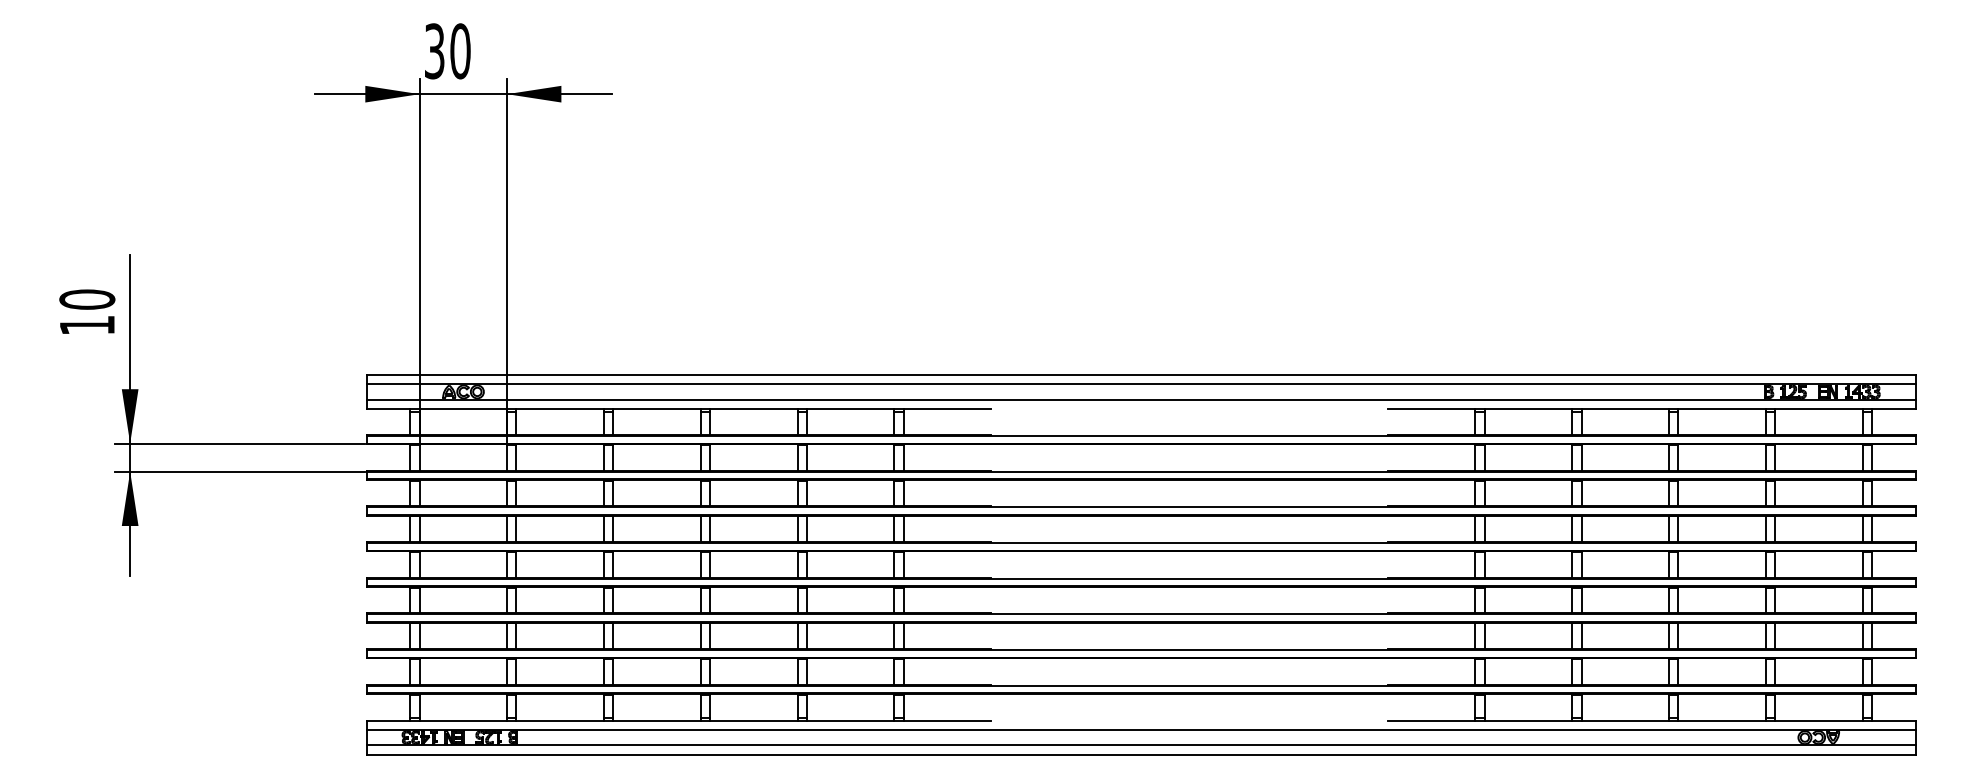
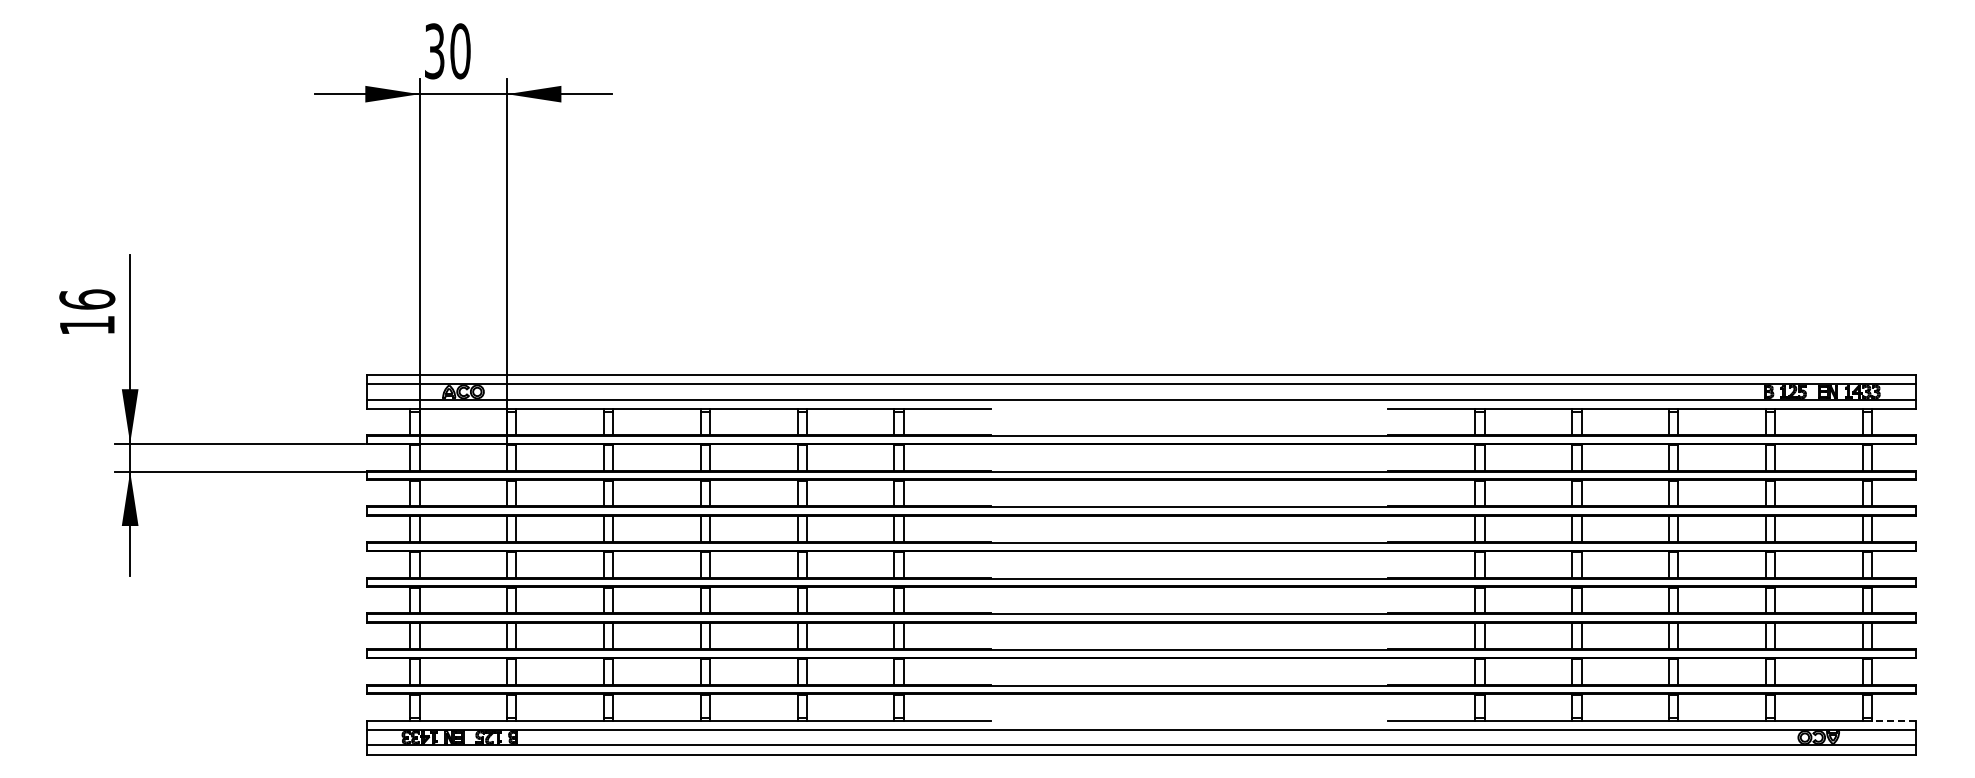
text at (87, 299): 10 -> 16
line at (1893, 720): solid -> dashed
